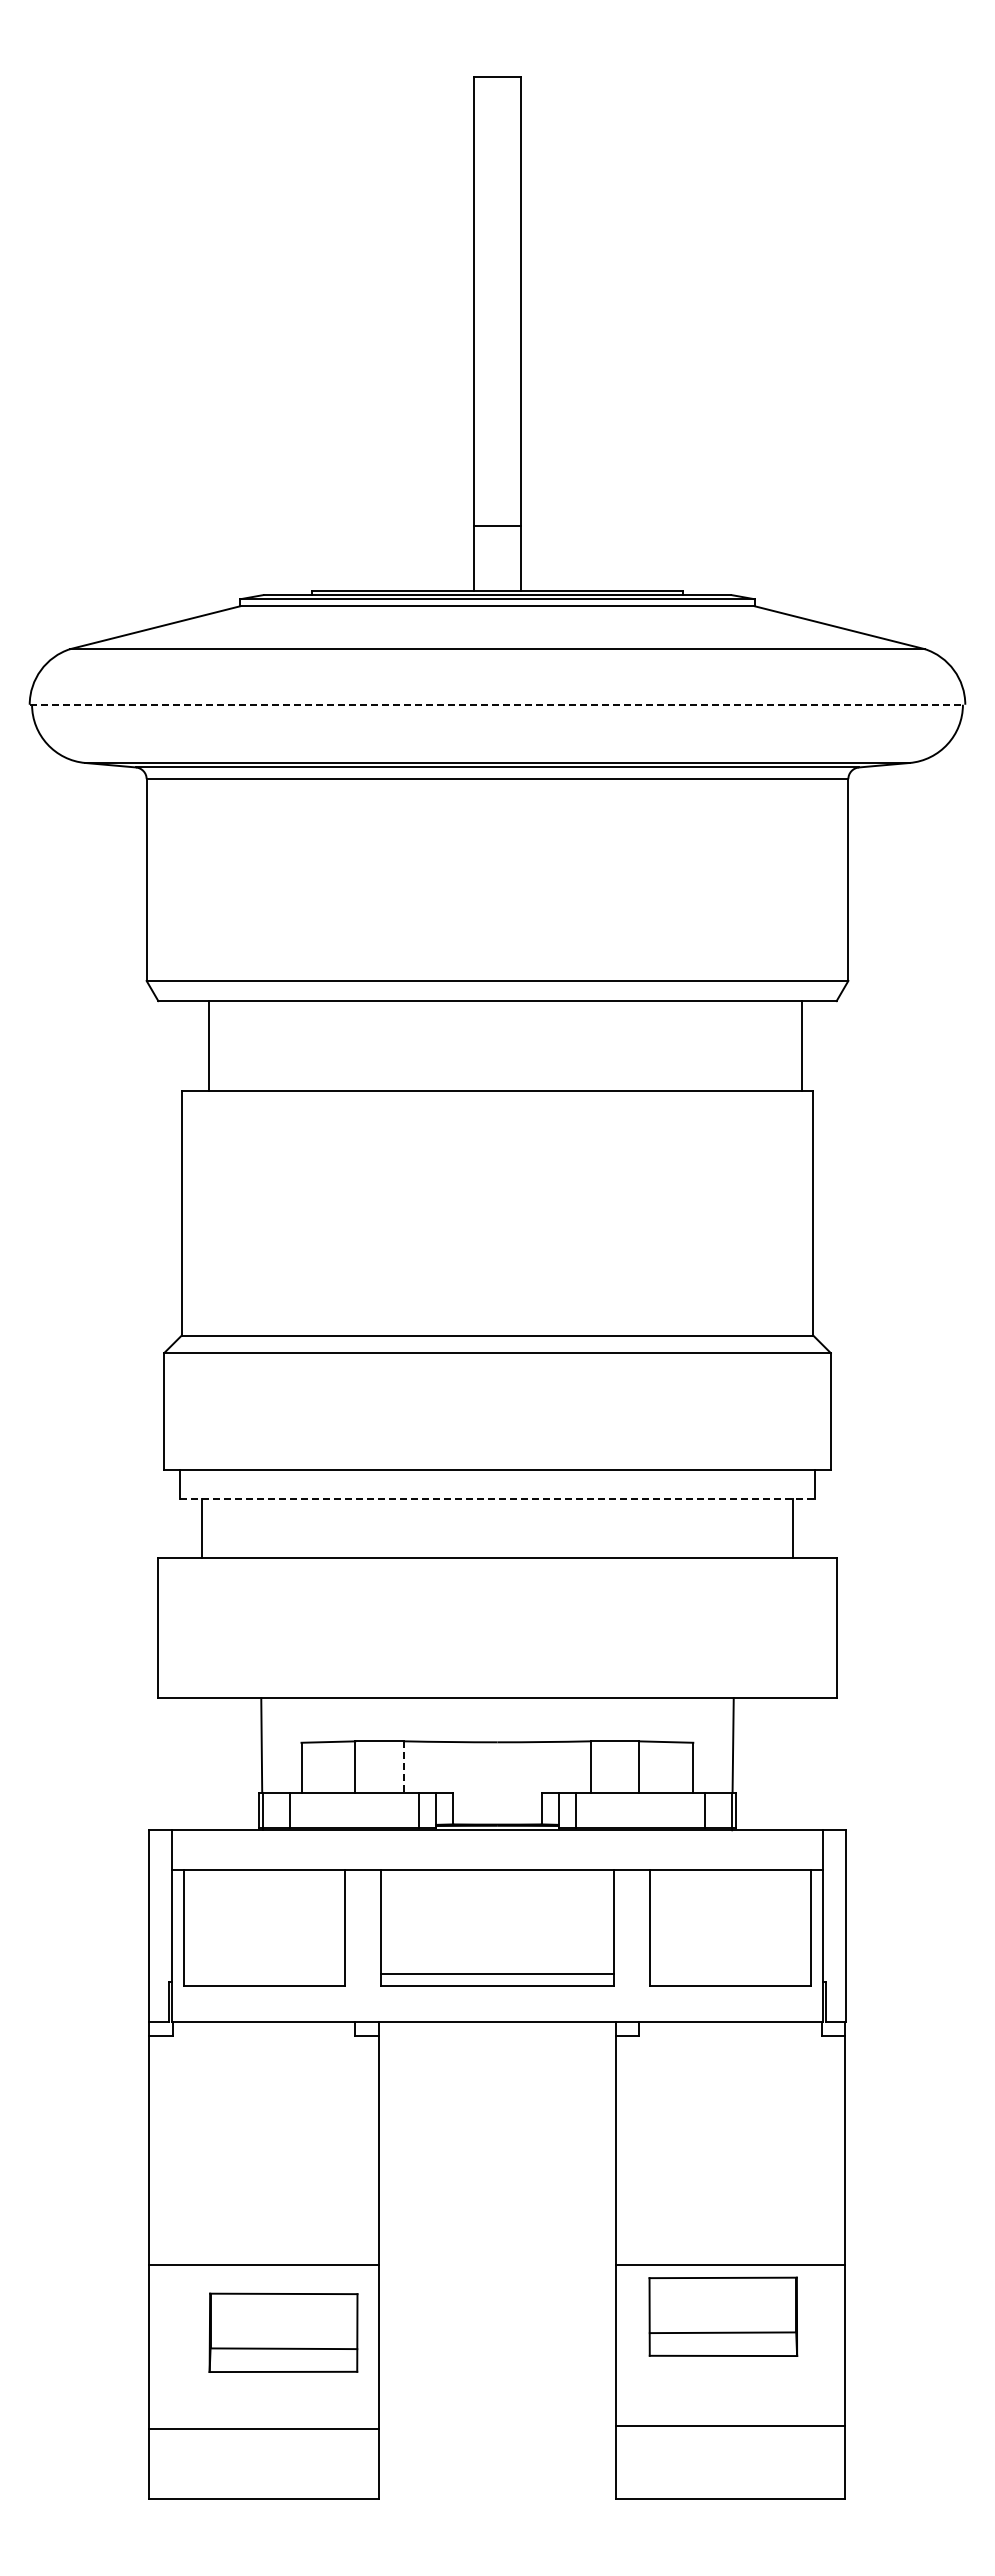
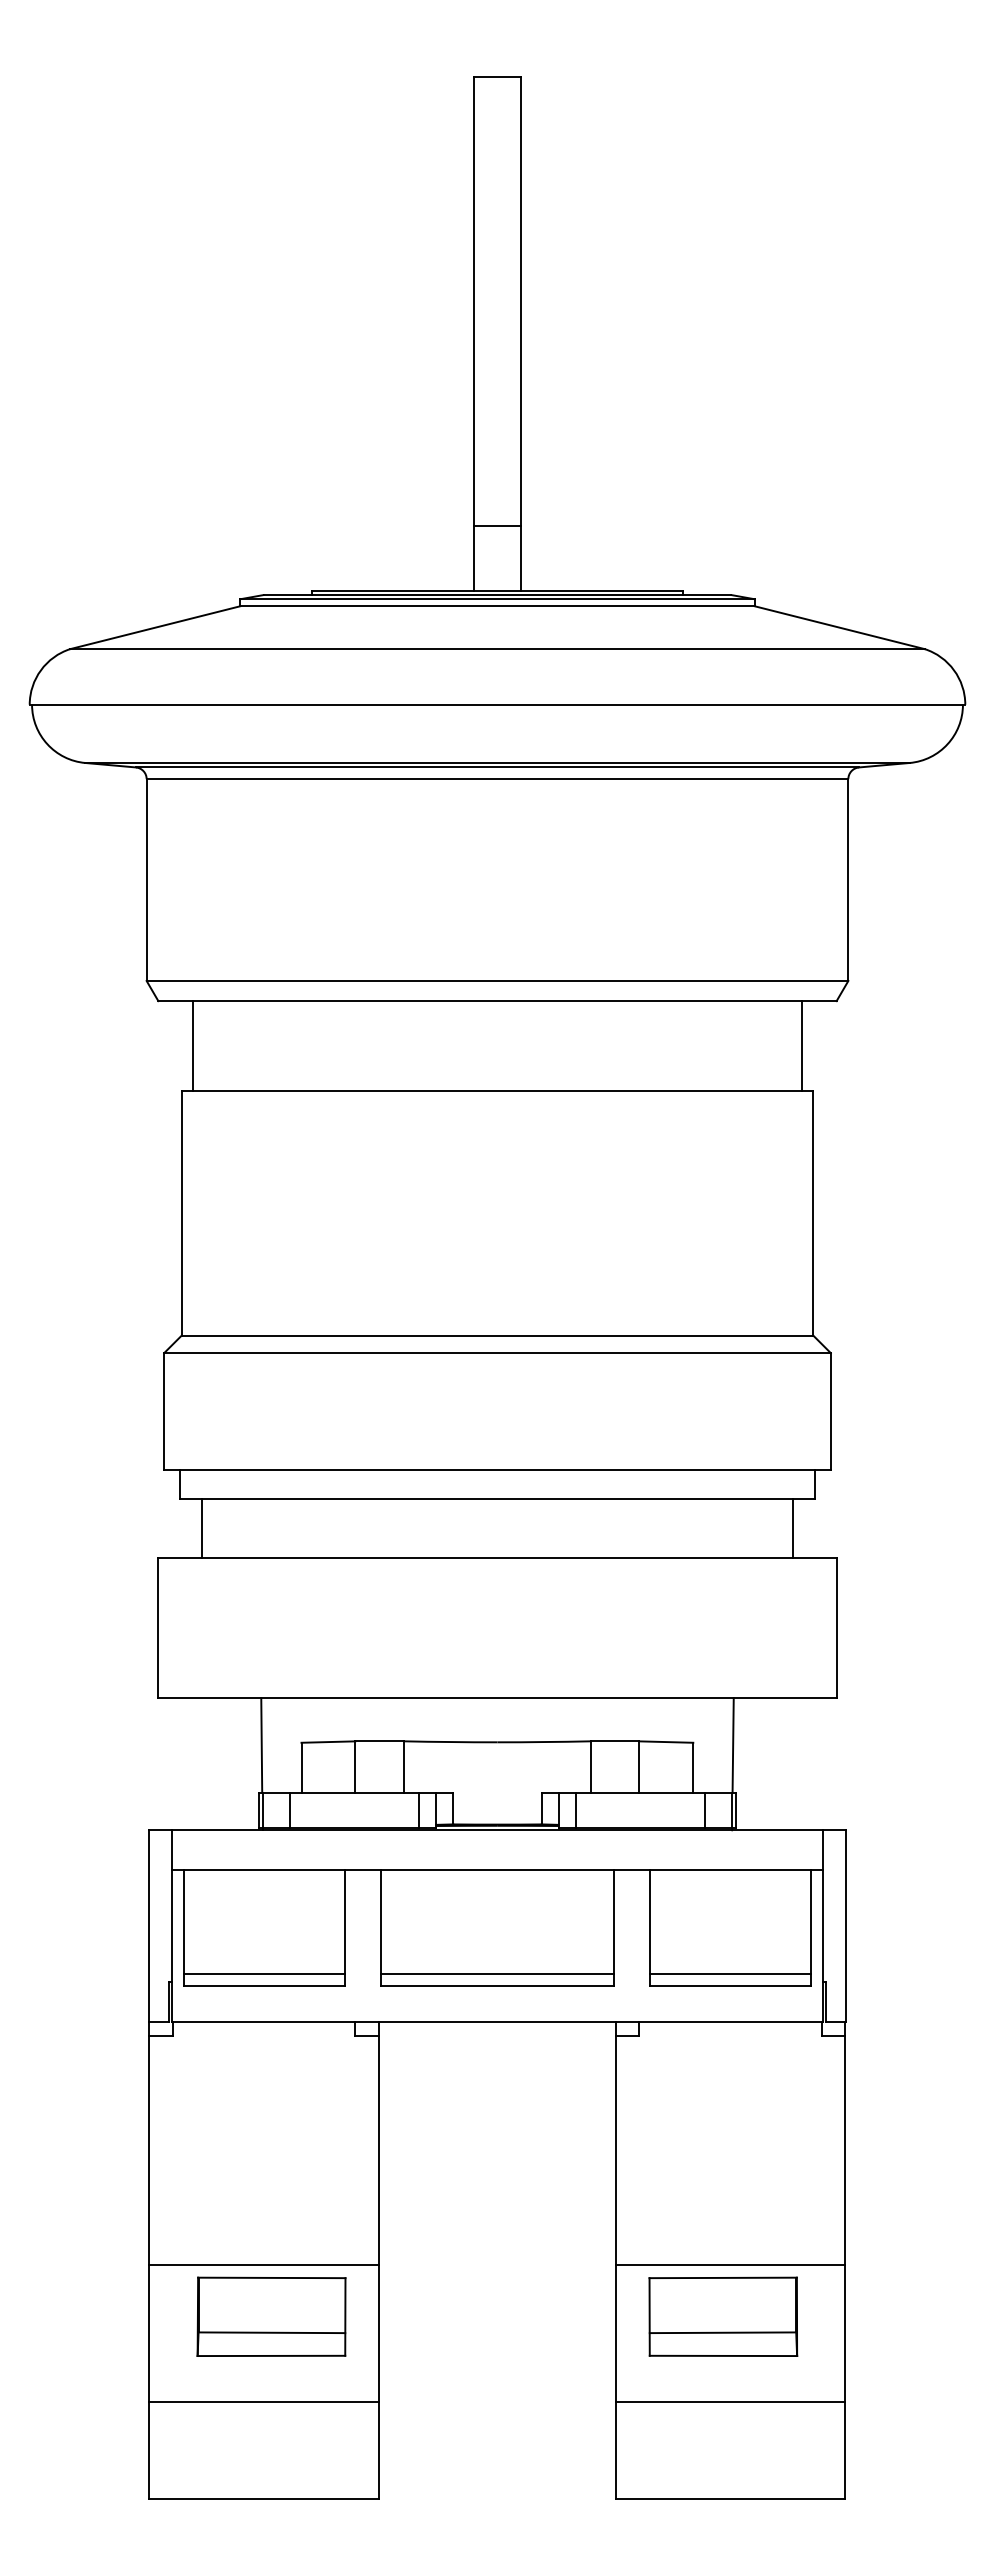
line at (497, 704): dashed -> solid
line at (209, 1046) position: (209, 1046) -> (193, 1046)
line at (497, 1499): dashed -> solid
line at (404, 1767): dashed -> solid
line at (264, 1974): none -> present
line at (729, 1974): none -> present
part at (283, 2332) position: (283, 2332) -> (271, 2316)
line at (730, 2426) position: (730, 2426) -> (730, 2402)
line at (263, 2429) position: (263, 2429) -> (263, 2402)
